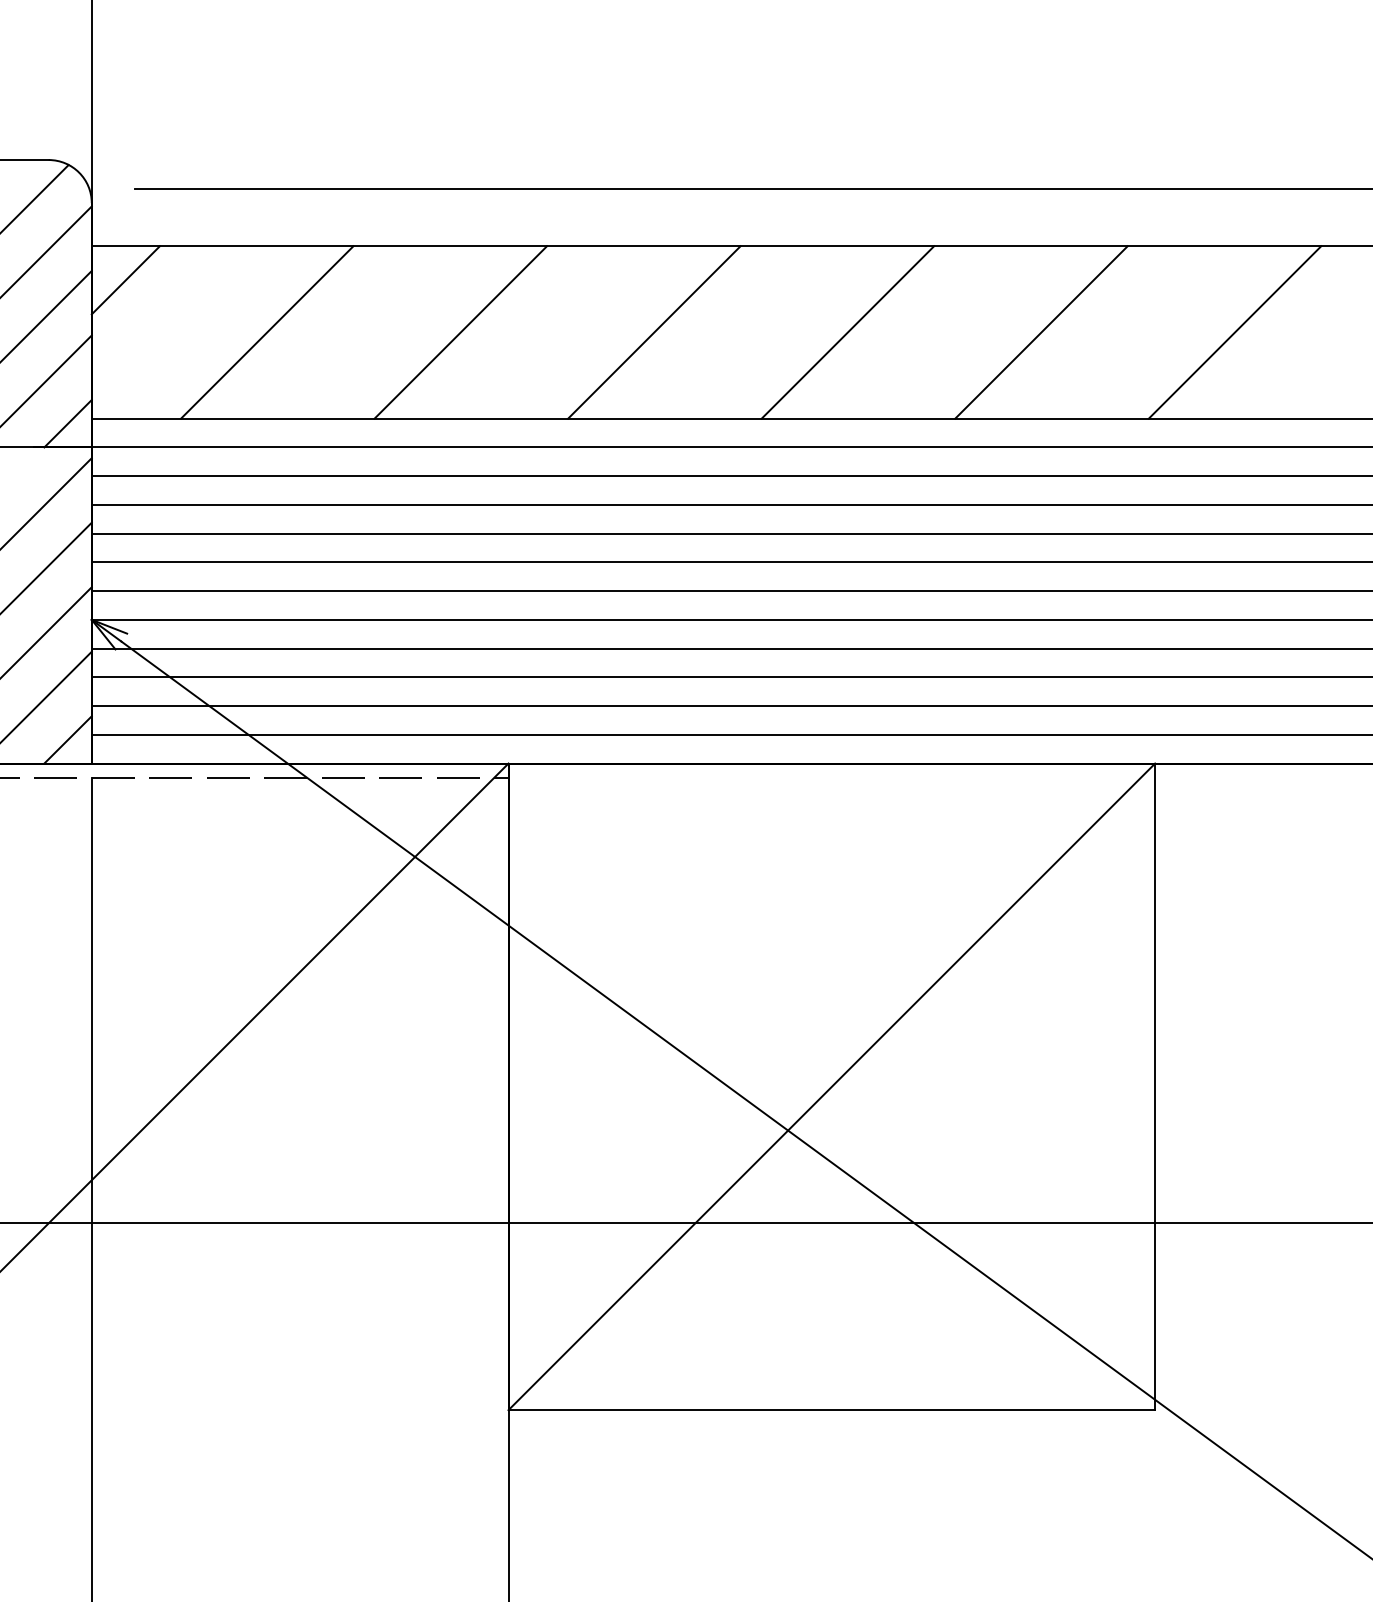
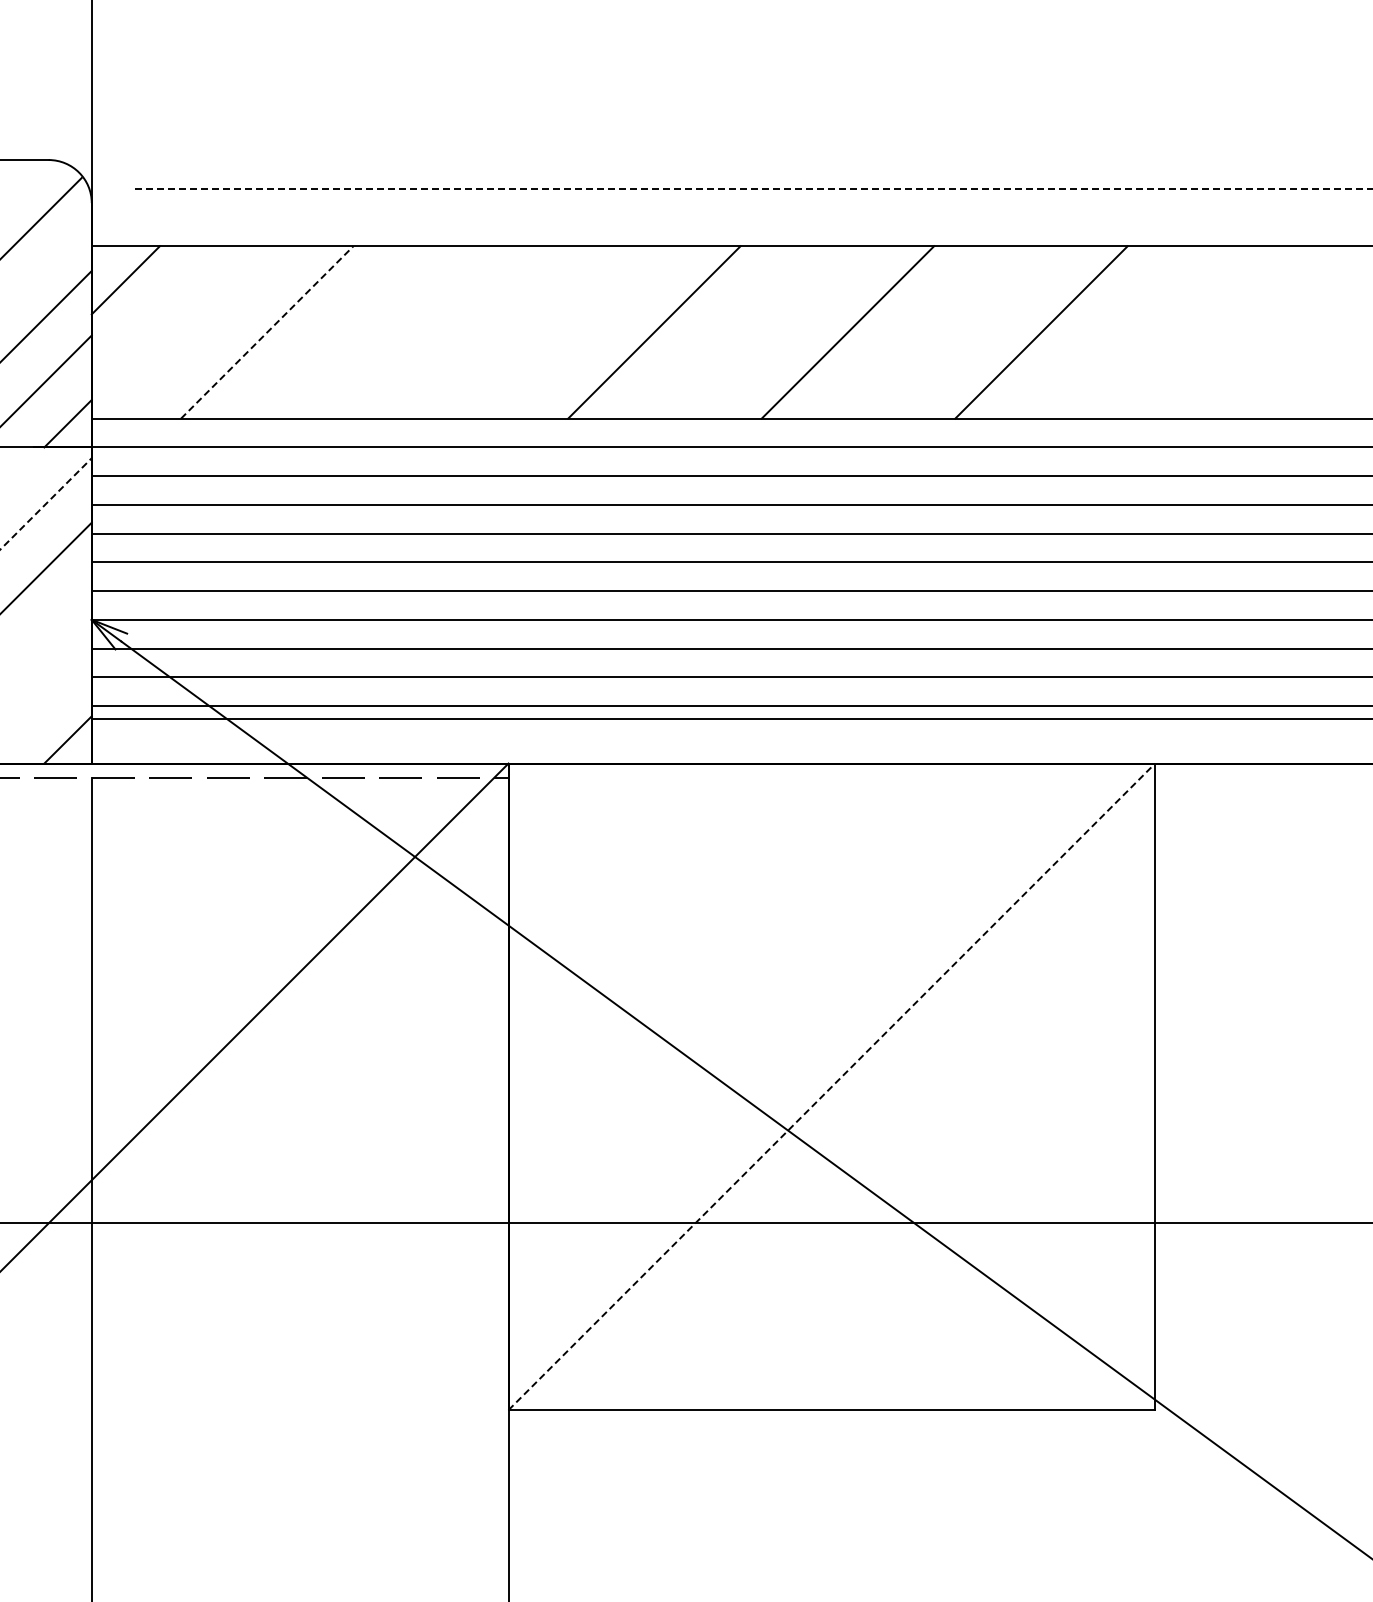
line at (753, 188): solid -> dashed
line at (35, 198) position: (35, 198) -> (41, 217)
line at (46, 250): present -> none
line at (267, 332): solid -> dashed
line at (460, 332): present -> none
line at (1234, 332): present -> none
line at (46, 503): solid -> dashed
line at (46, 631): present -> none
line at (46, 695): present -> none
line at (730, 734) position: (730, 734) -> (730, 718)
line at (832, 1086): solid -> dashed
